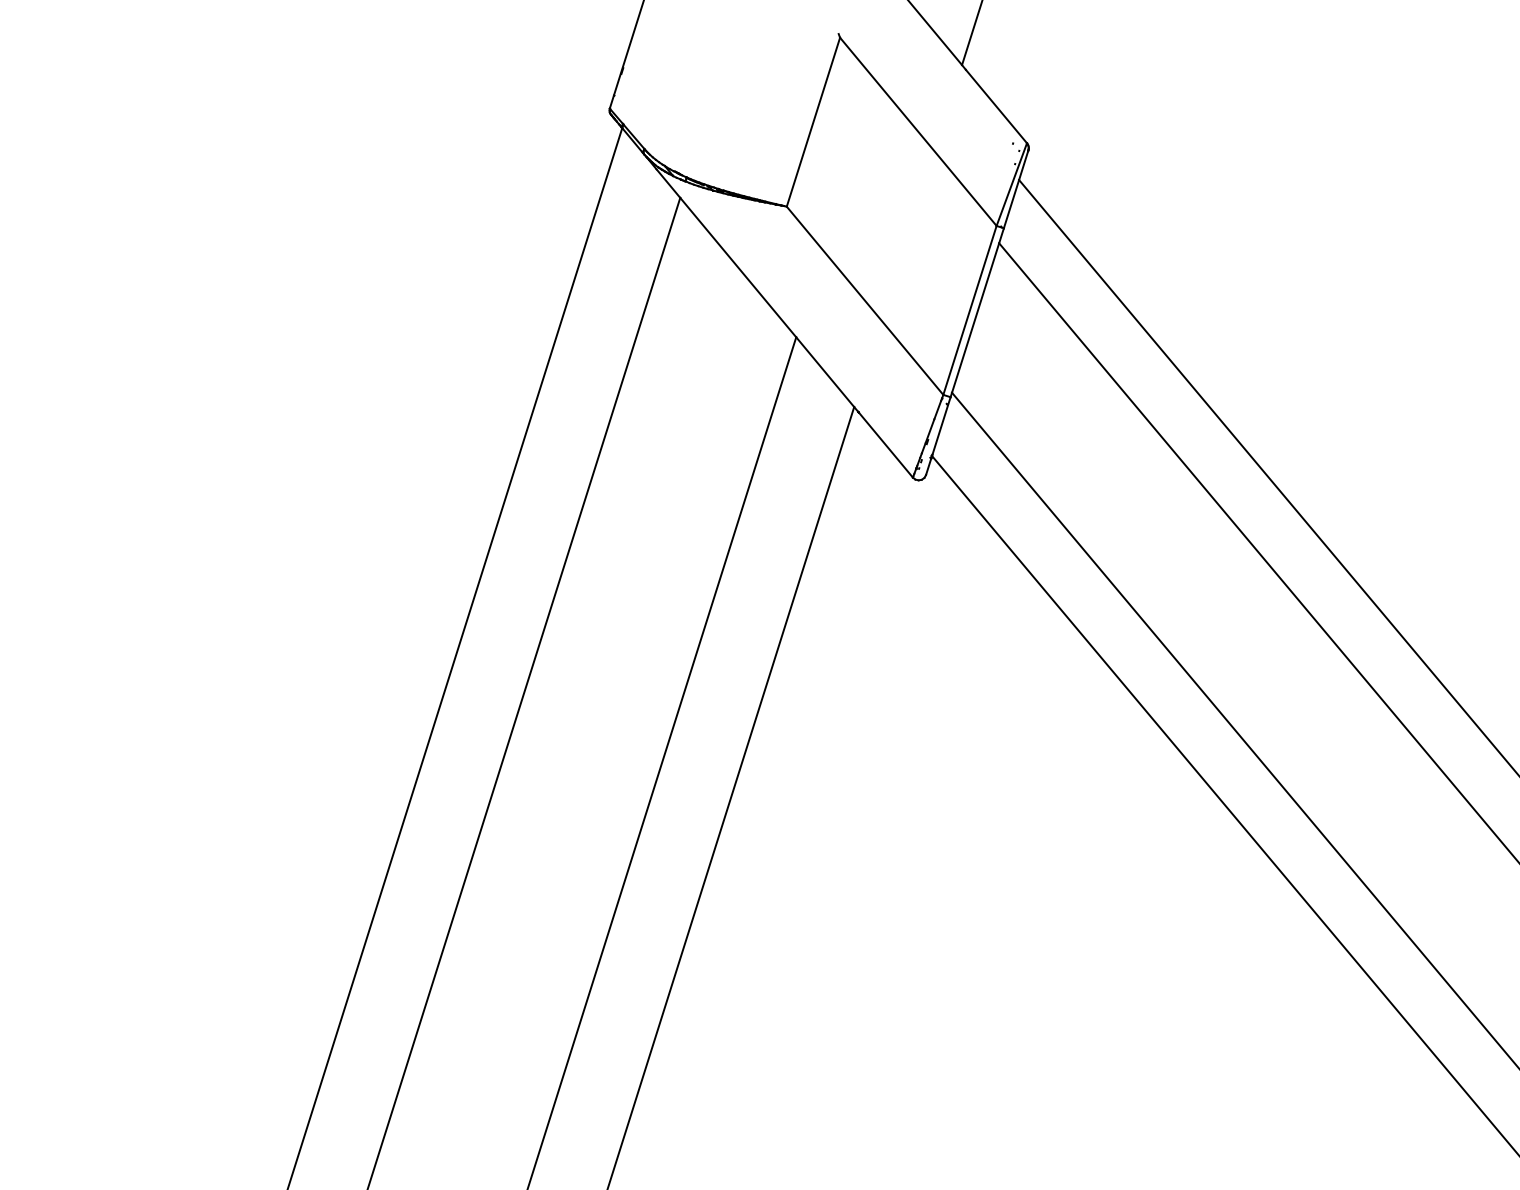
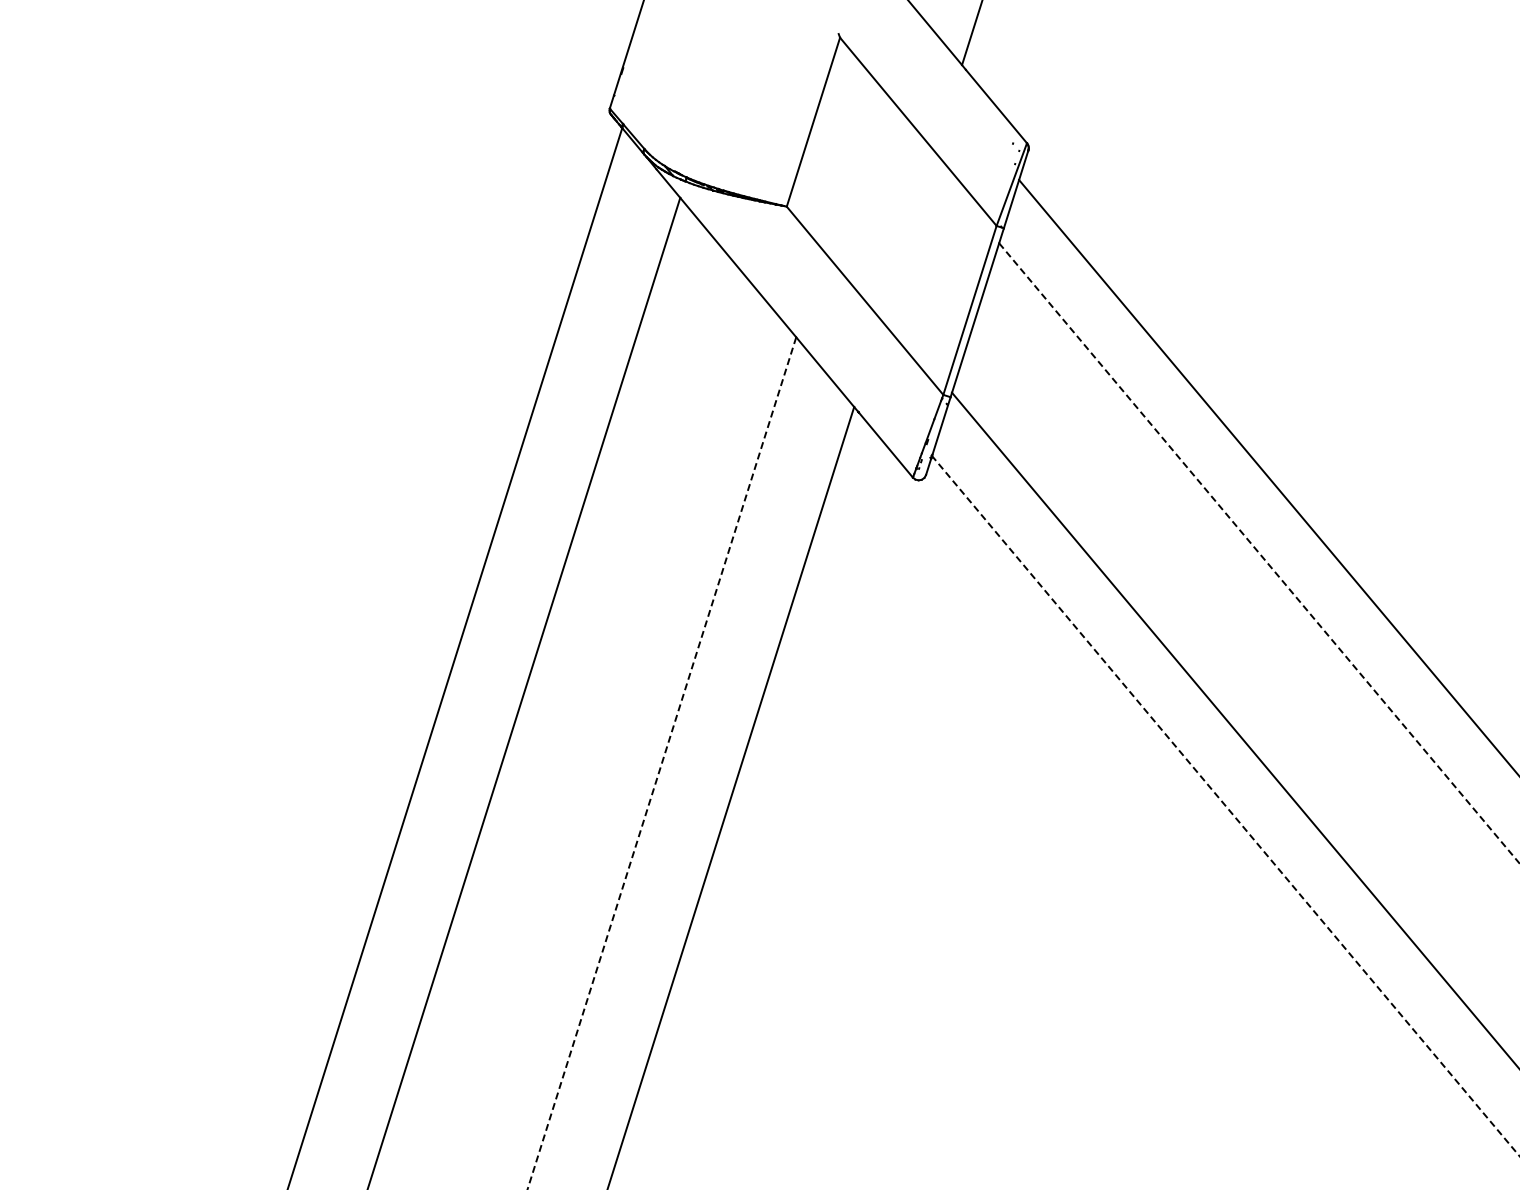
line at (1259, 553): solid -> dashed
line at (661, 763): solid -> dashed
line at (1225, 805): solid -> dashed
